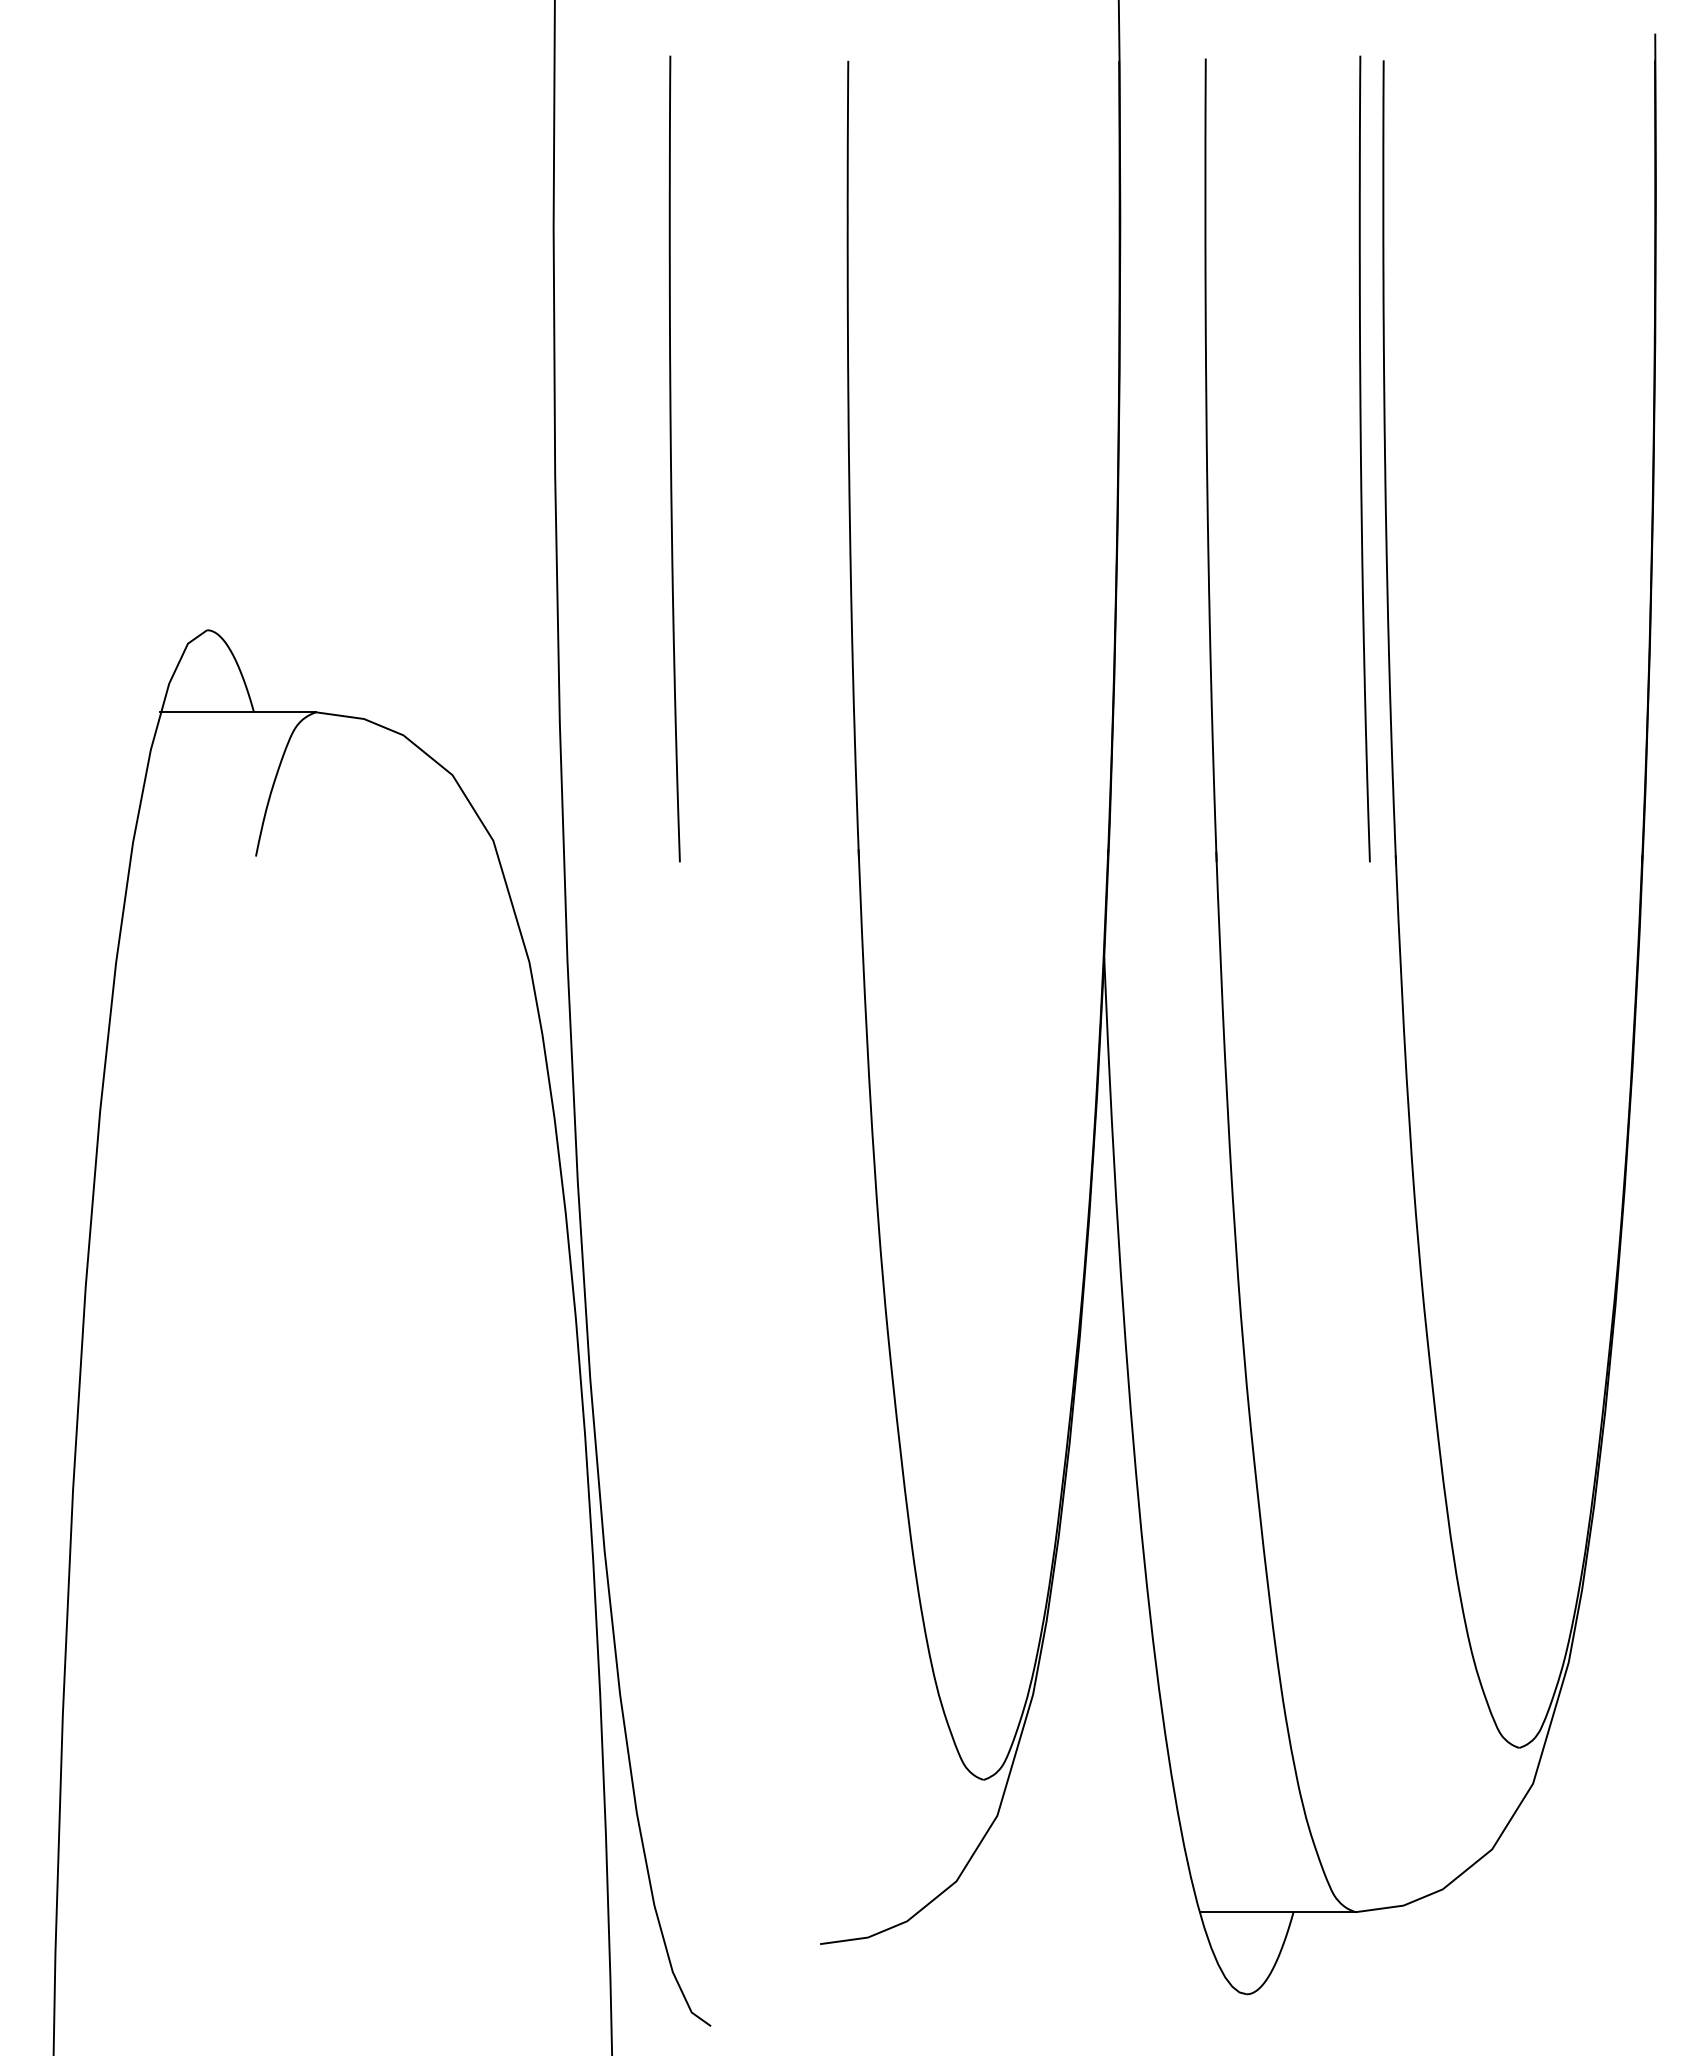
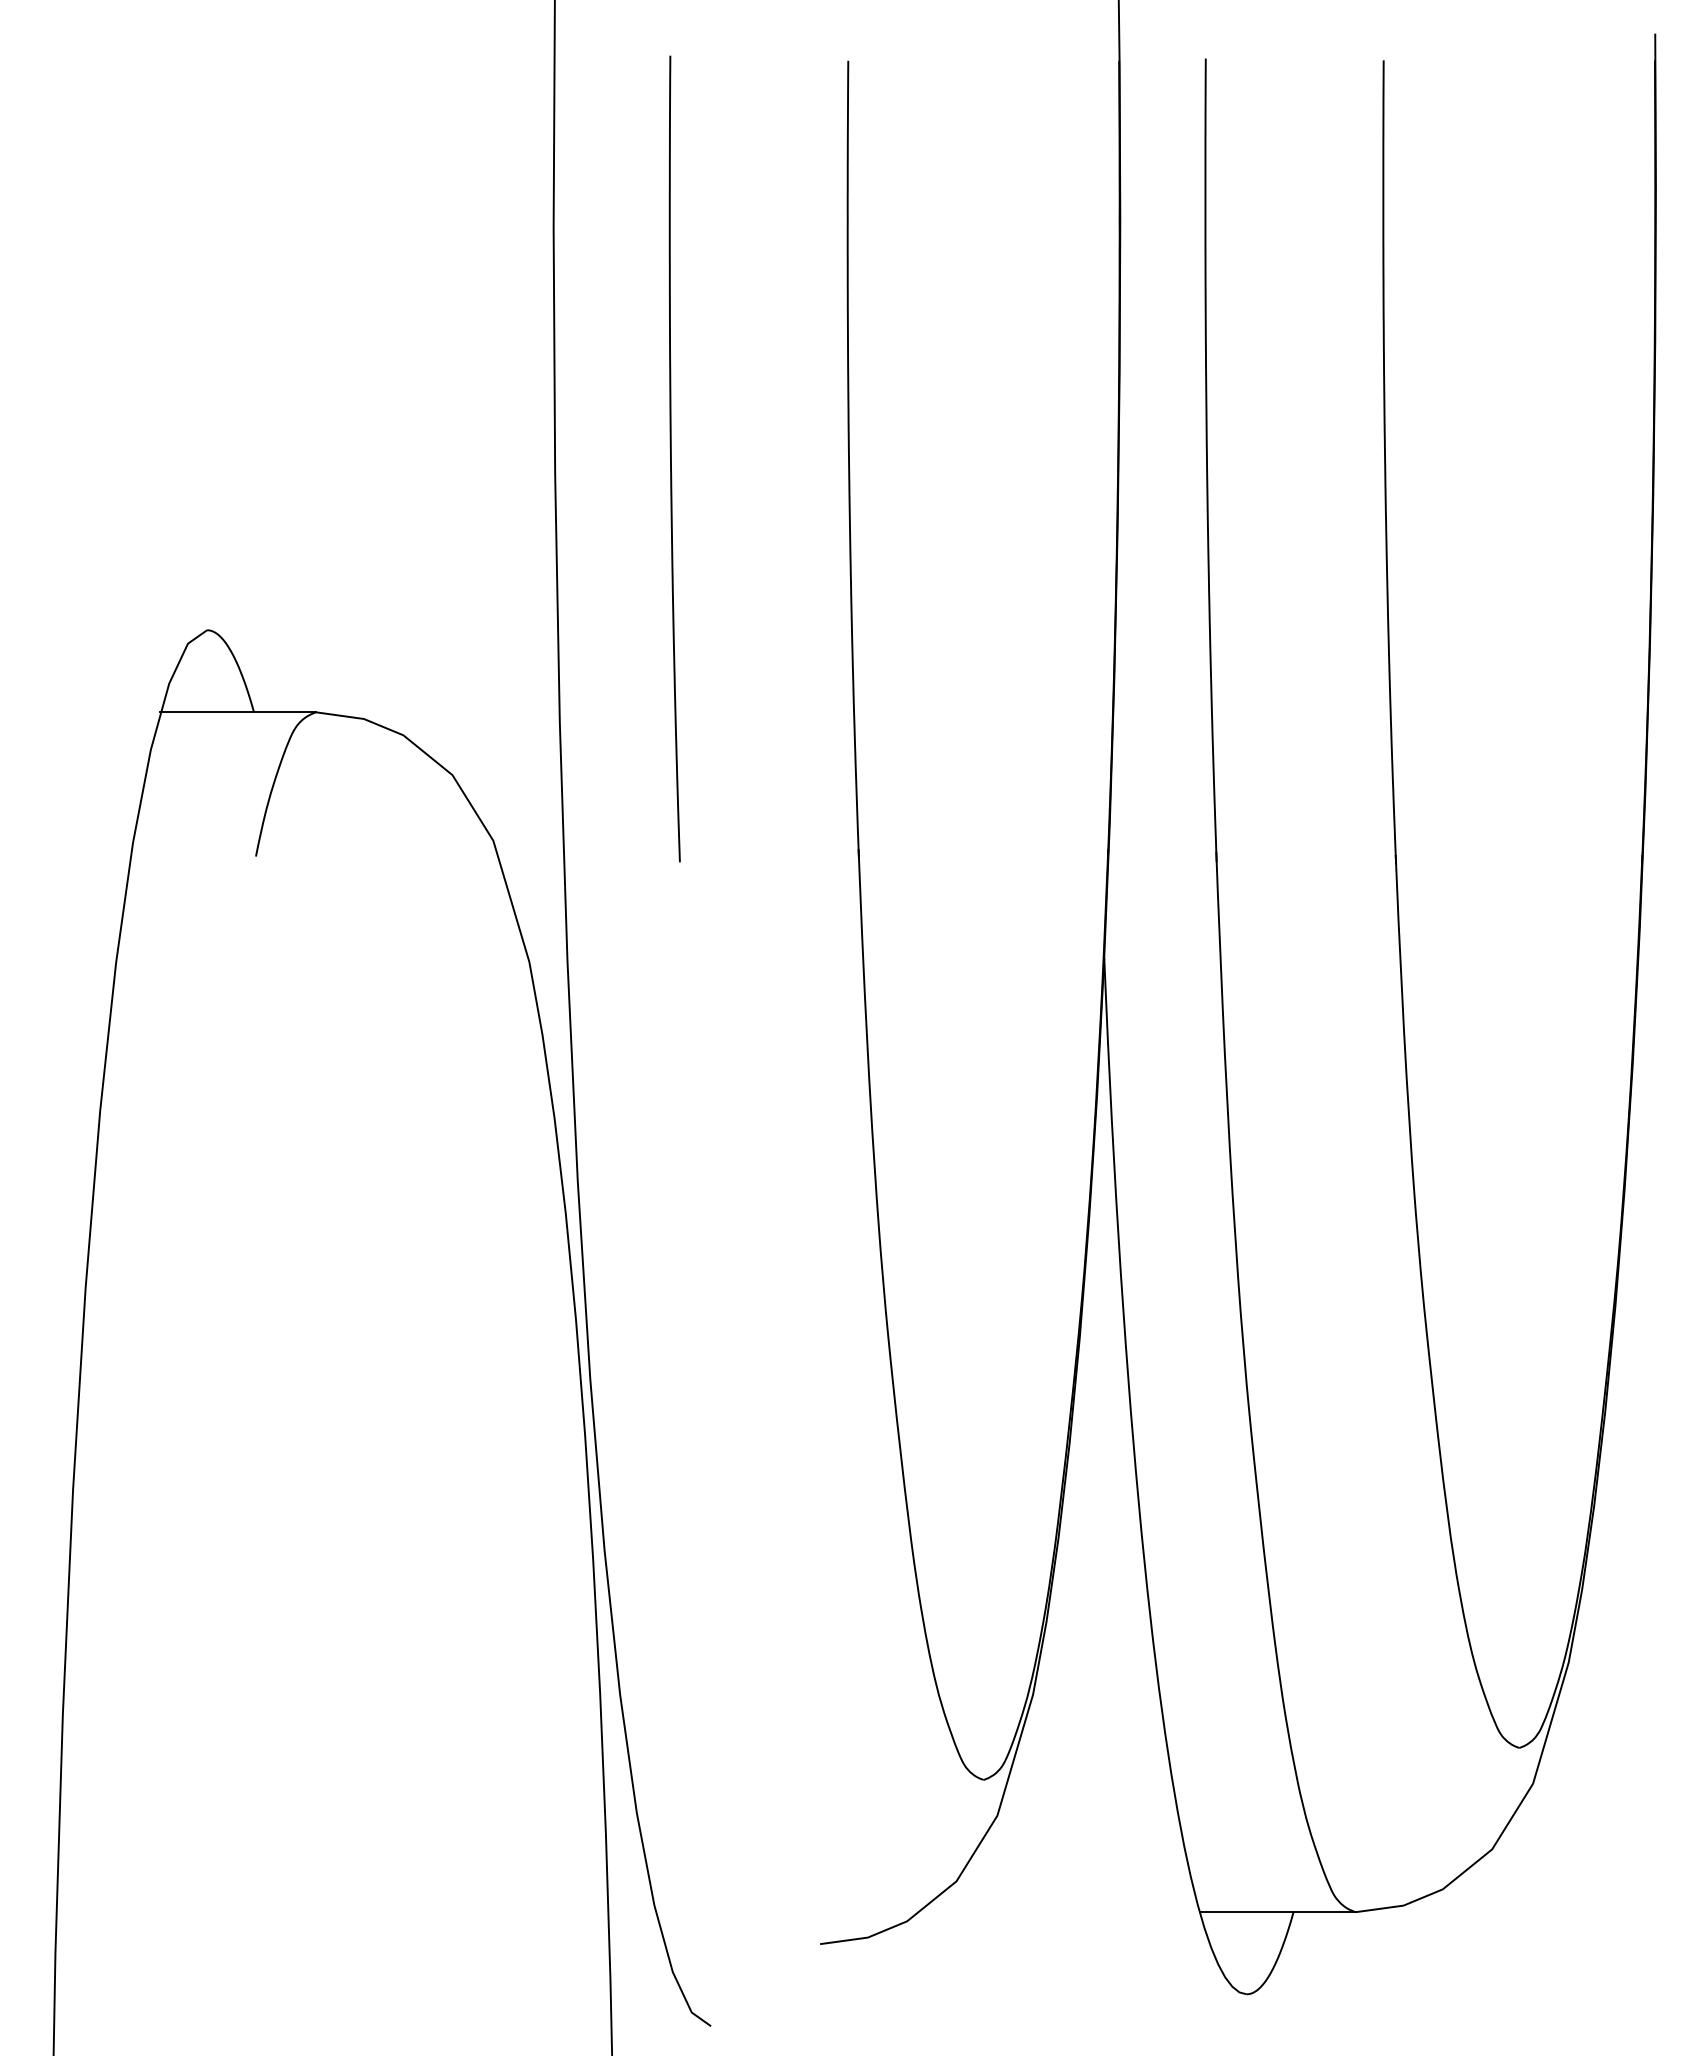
curve at (1361, 458): present -> none
